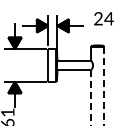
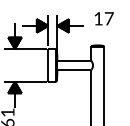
text at (103, 18): 24 -> 17
line at (104, 86): dashed -> solid
line at (91, 98): dashed -> solid
